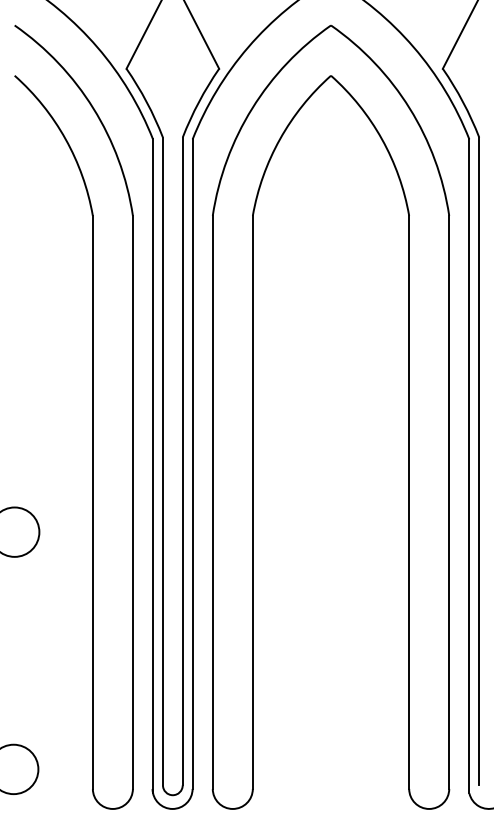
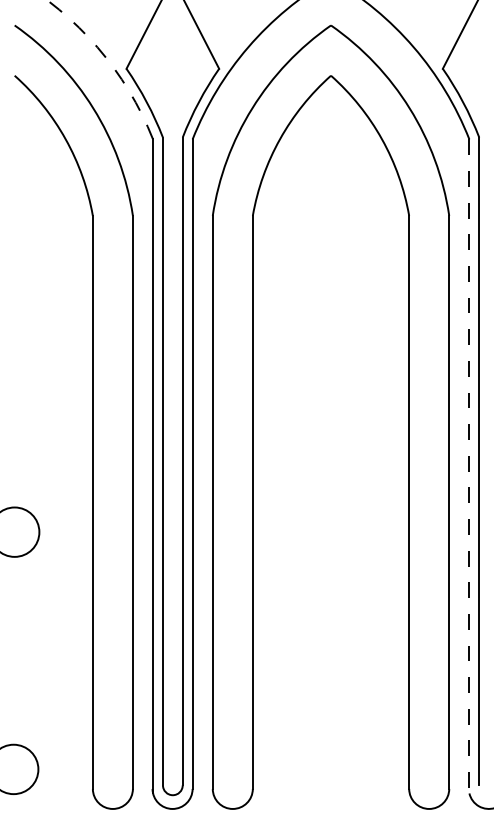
arc at (108, 61): solid -> dashed
line at (469, 466): solid -> dashed
